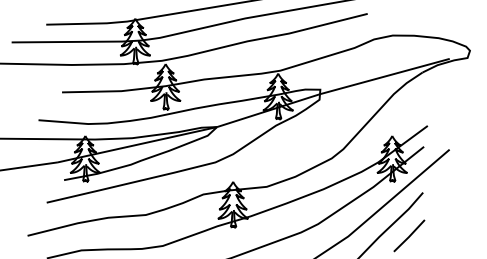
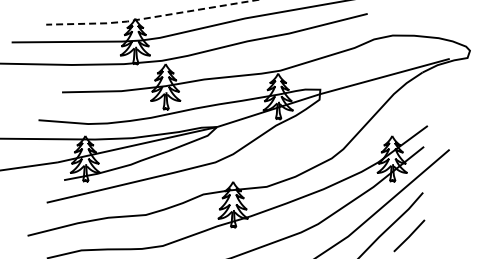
line at (150, 17): solid -> dashed
